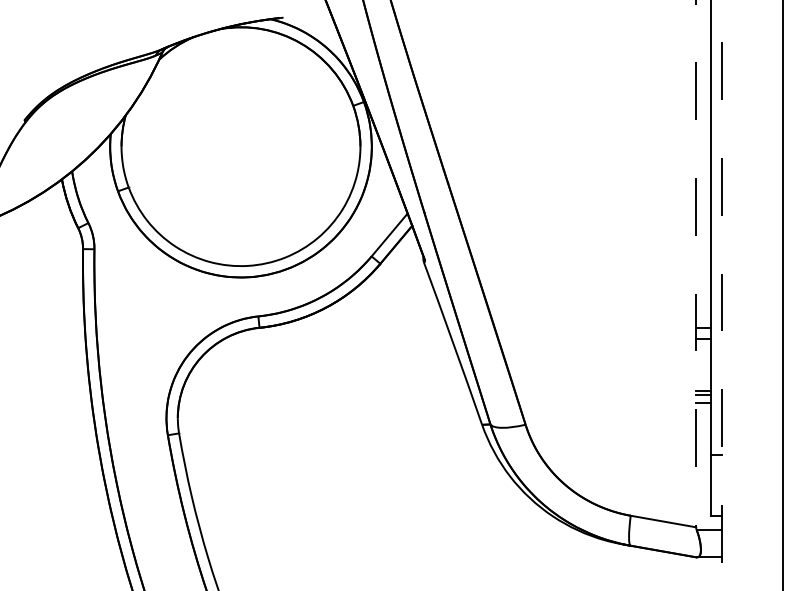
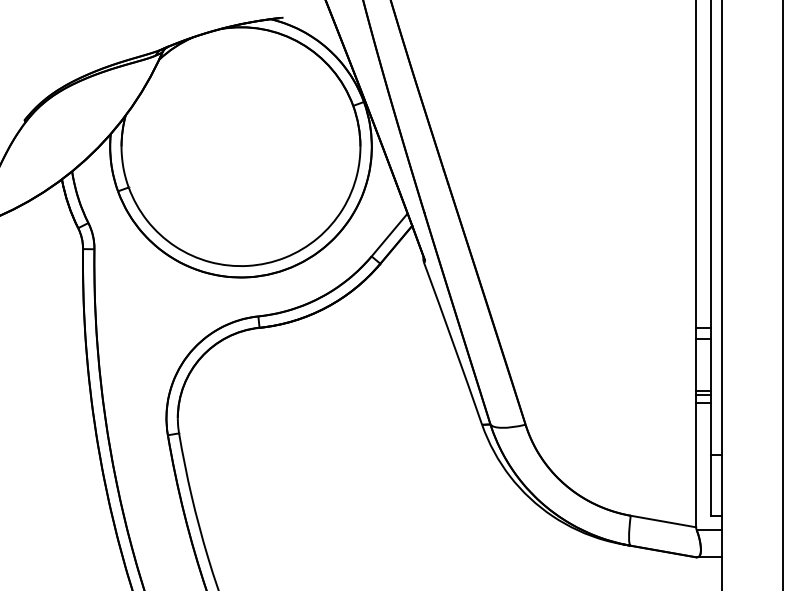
line at (696, 264): dashed -> solid
line at (721, 294): dashed -> solid
